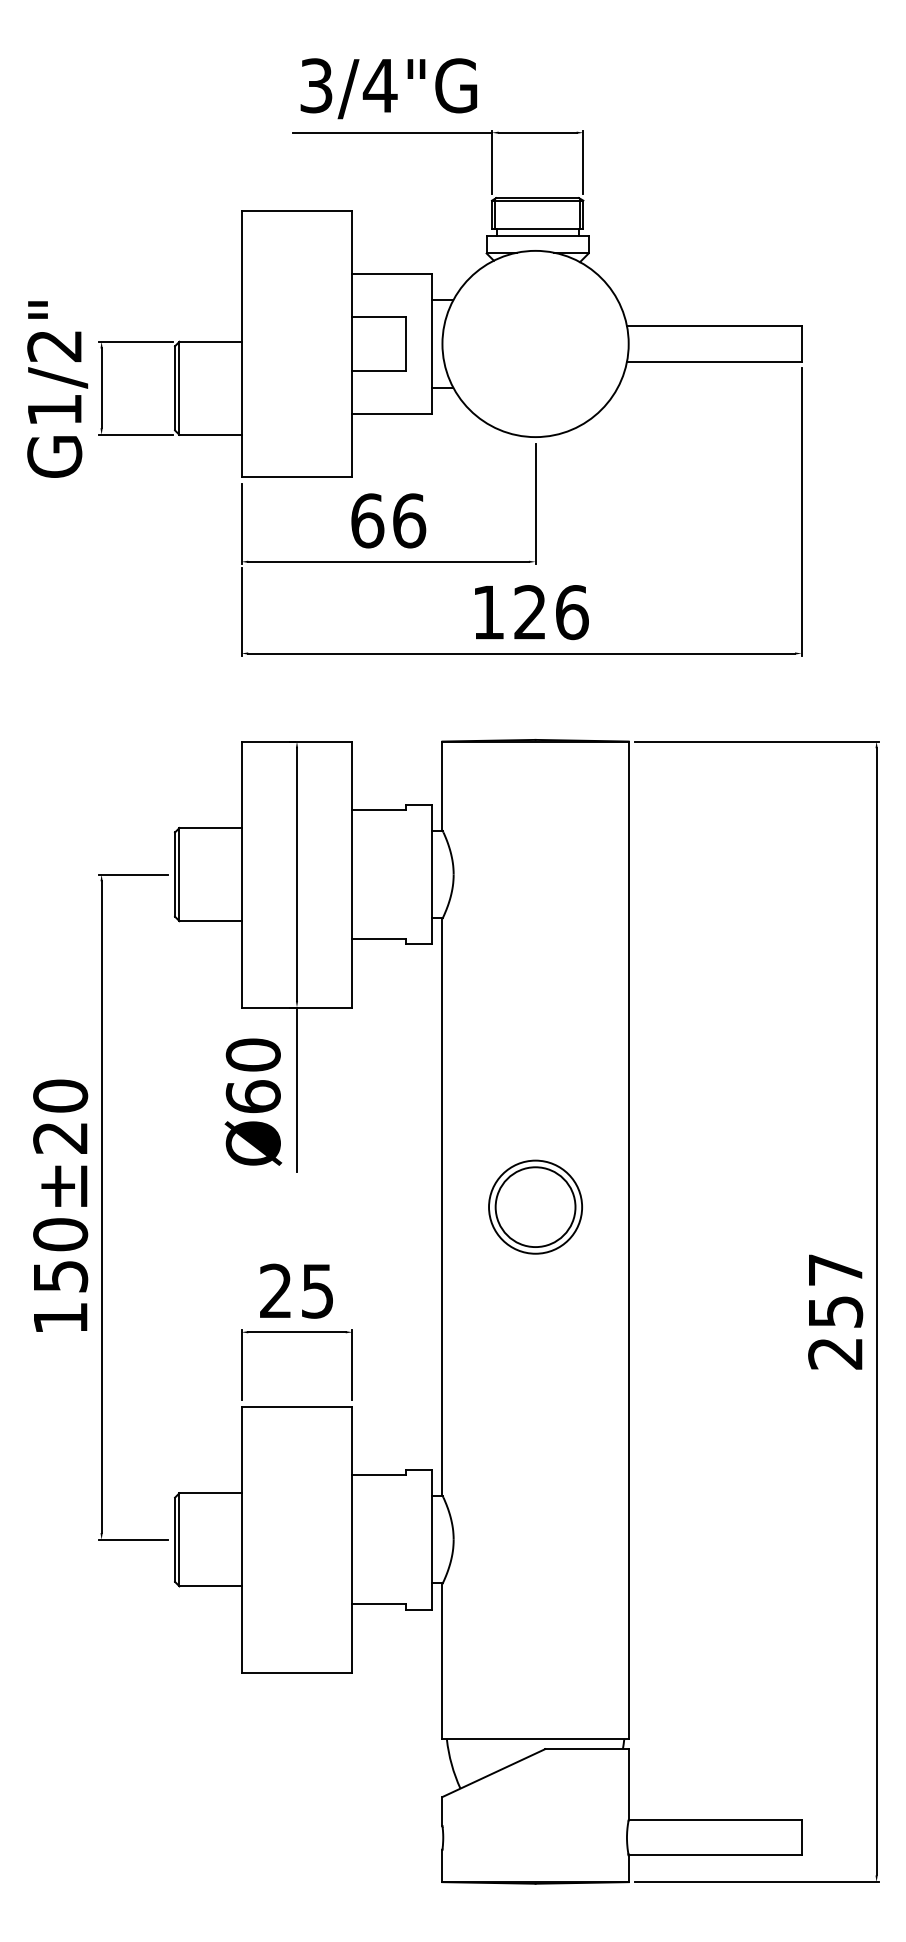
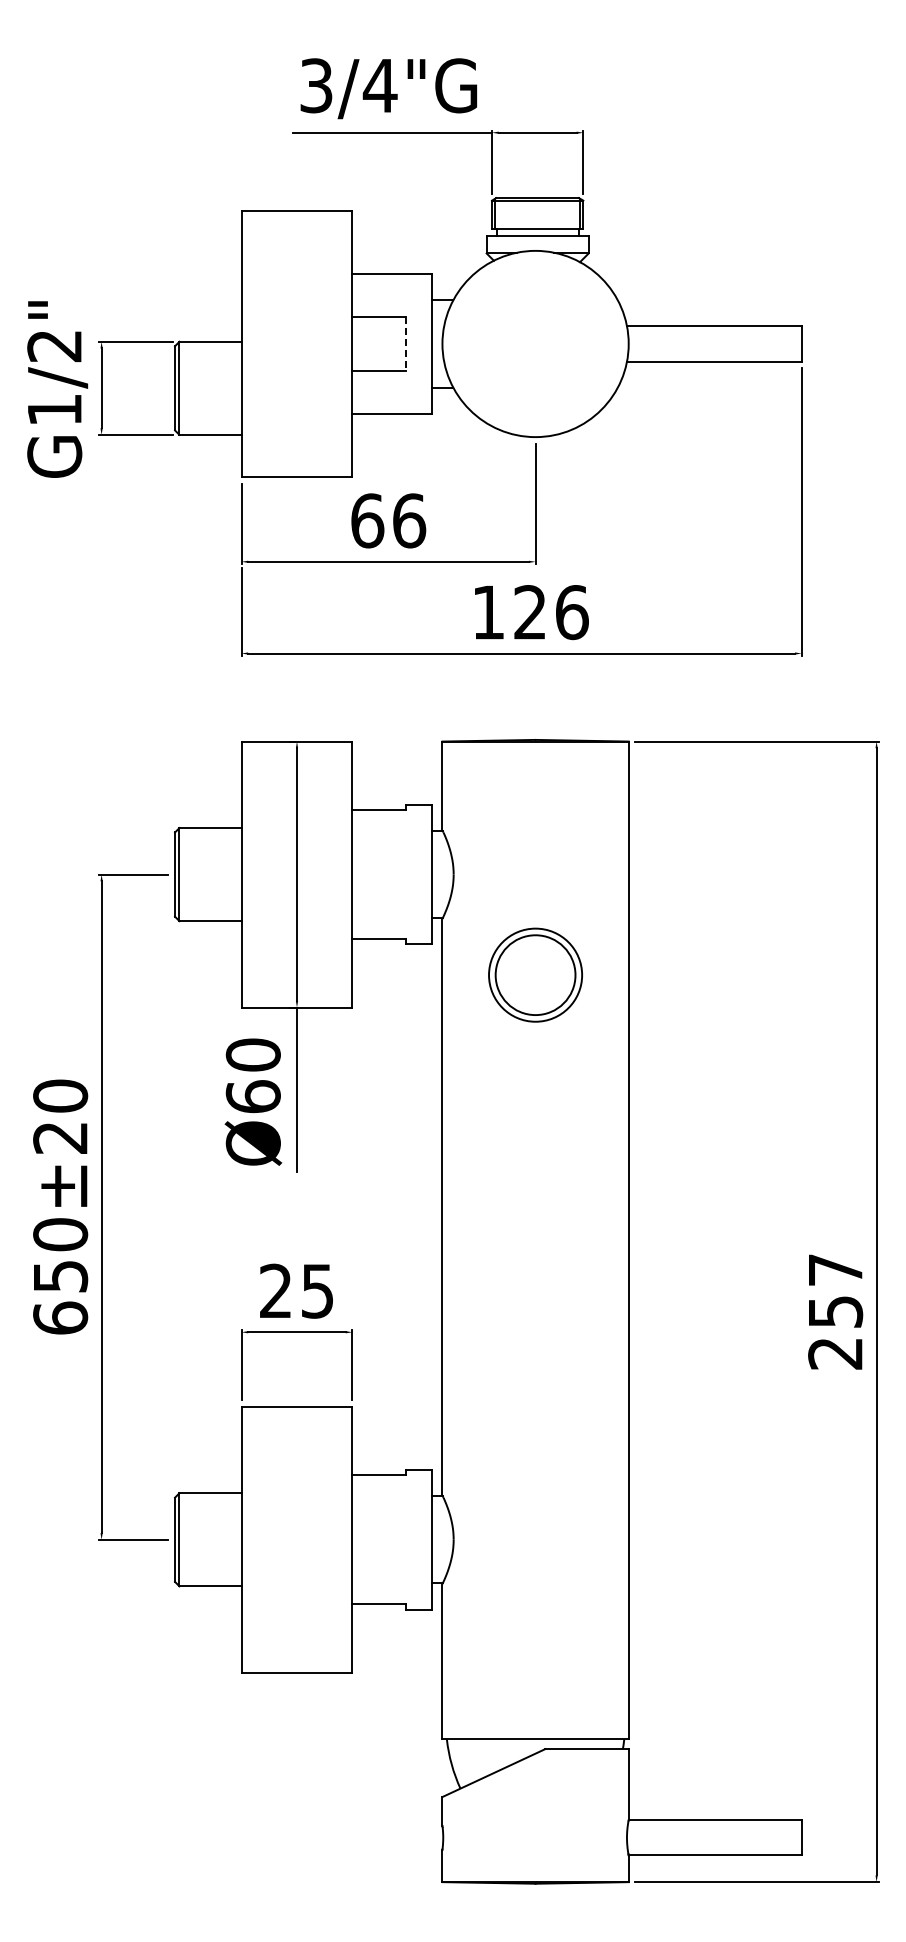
line at (405, 344): solid -> dashed
part at (535, 1206) position: (535, 1206) -> (535, 974)
text at (60, 1317): 150±20 -> 650±20
